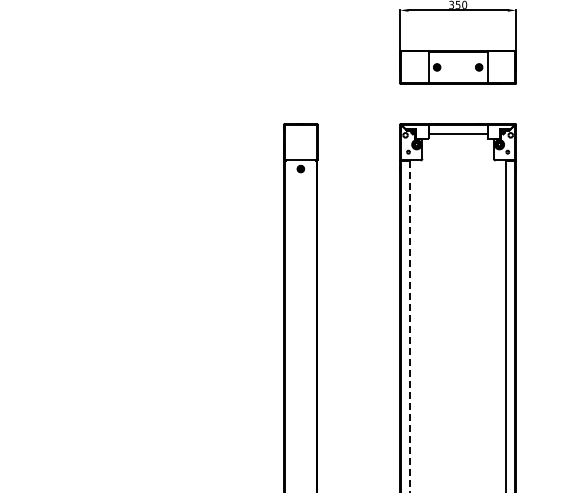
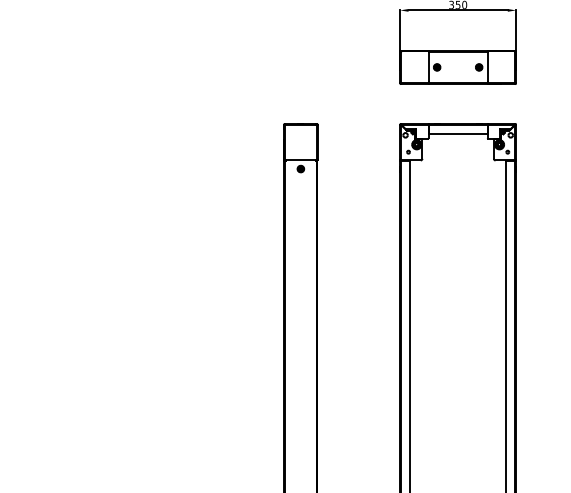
line at (410, 326): dashed -> solid
